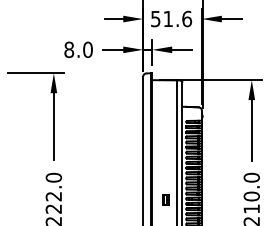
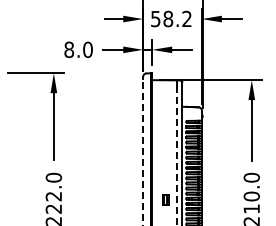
text at (177, 18): 51.6 -> 58.2
line at (143, 151): solid -> dashed
line at (177, 155): solid -> dashed
